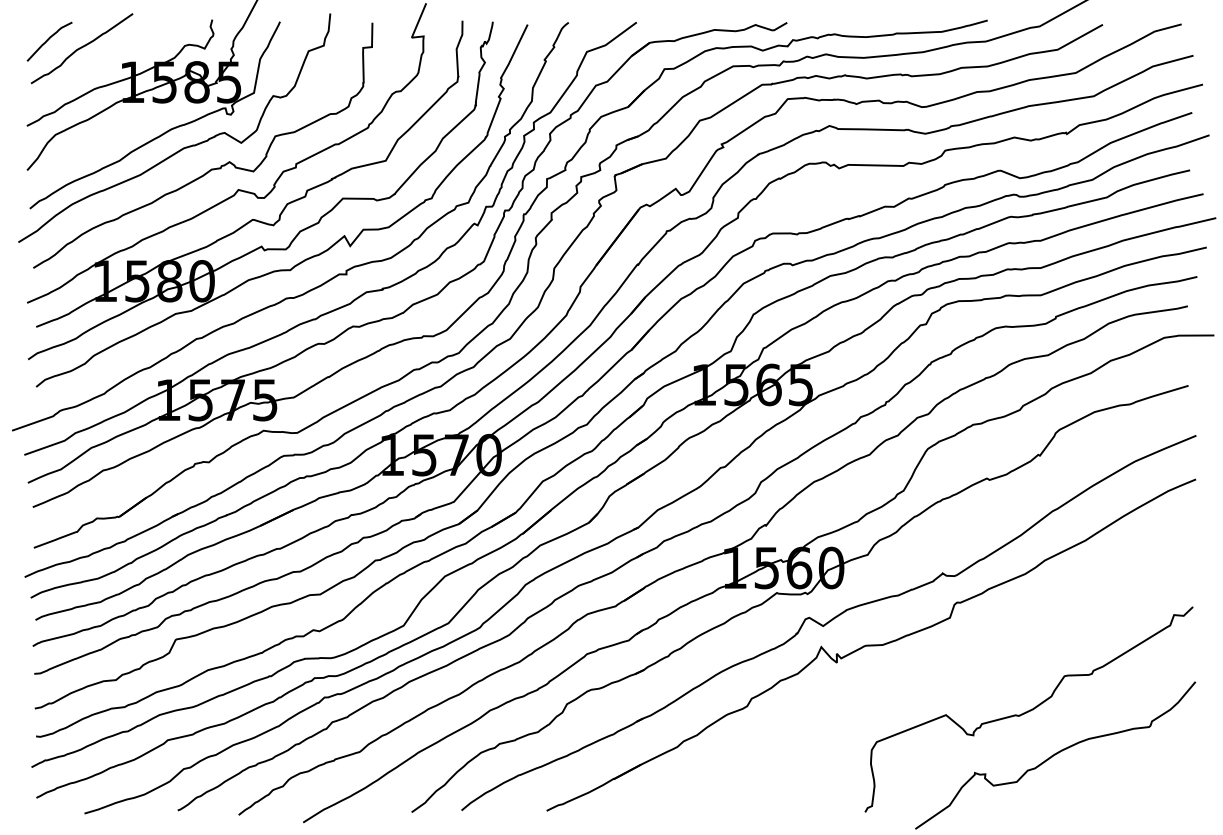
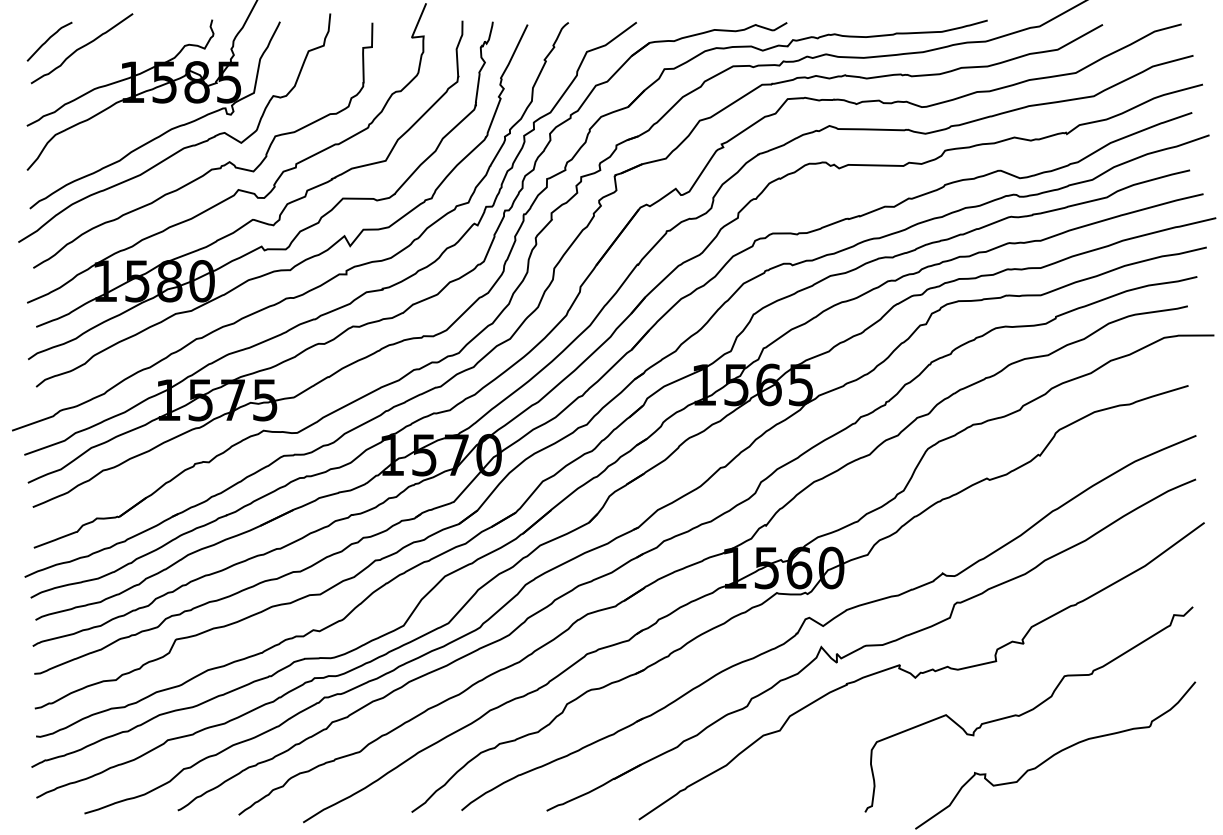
curve at (921, 671): none -> present
